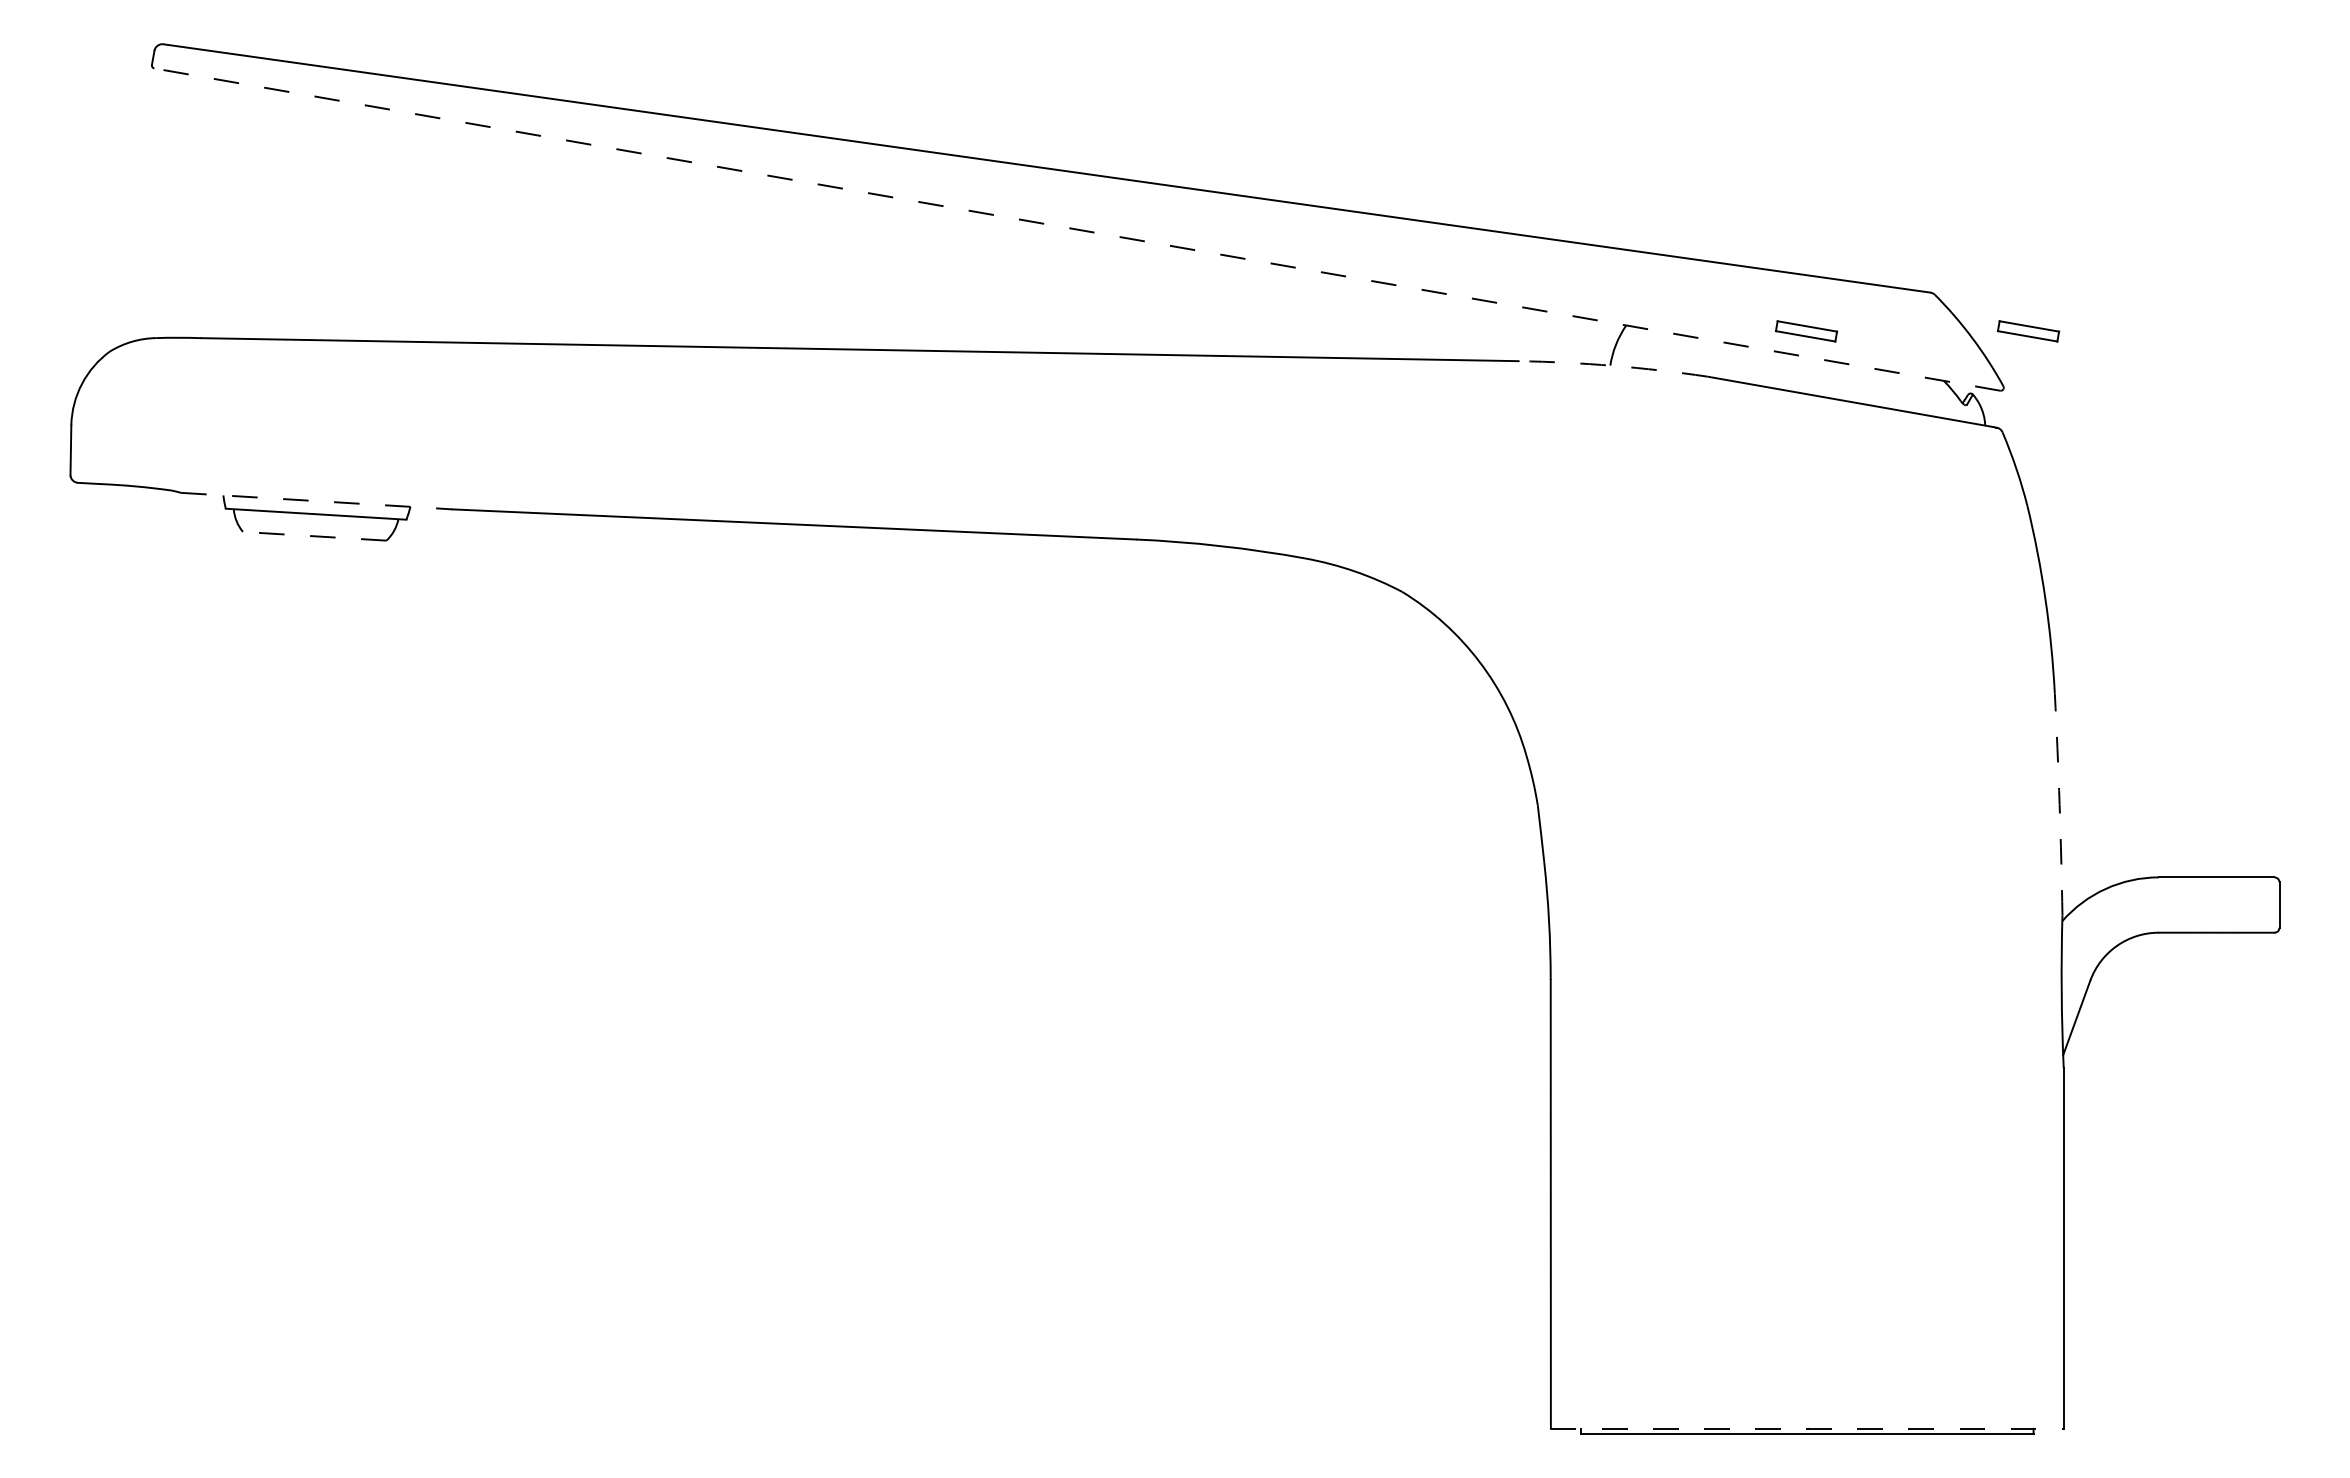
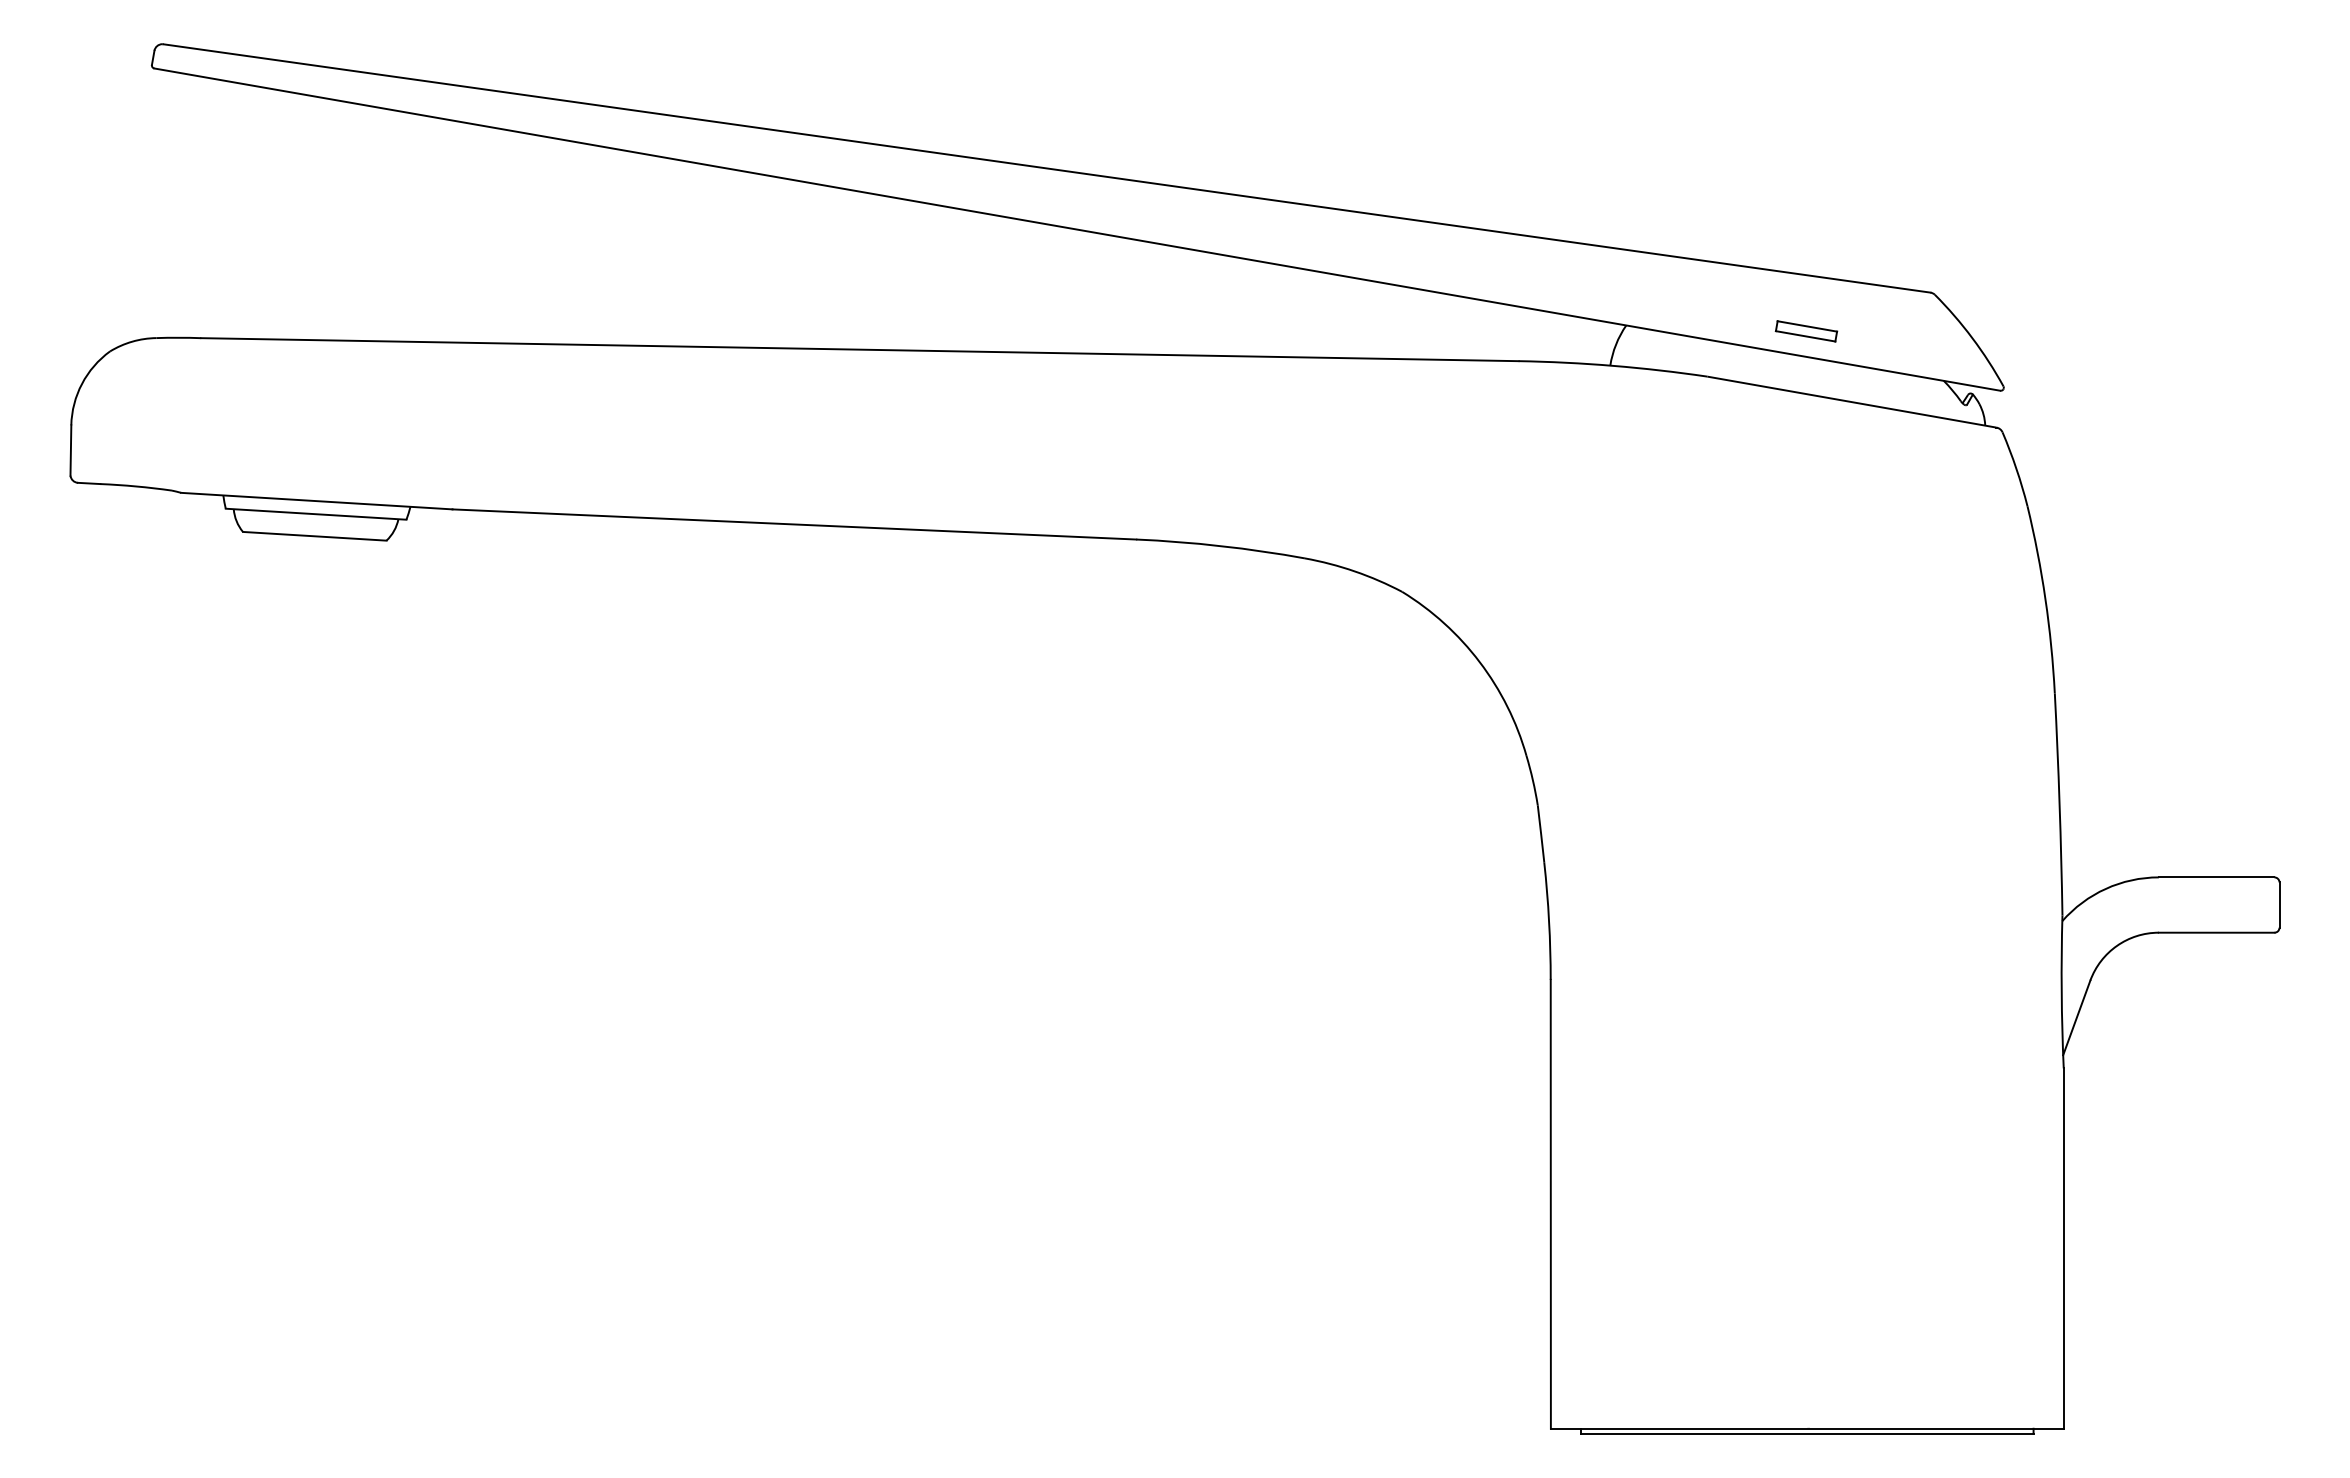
line at (1077, 229): dashed -> solid
part at (2028, 331): present -> none
arc at (1613, 365): dashed -> solid
line at (316, 501): dashed -> solid
line at (314, 536): dashed -> solid
arc at (2059, 804): dashed -> solid
line at (1807, 1428): dashed -> solid
